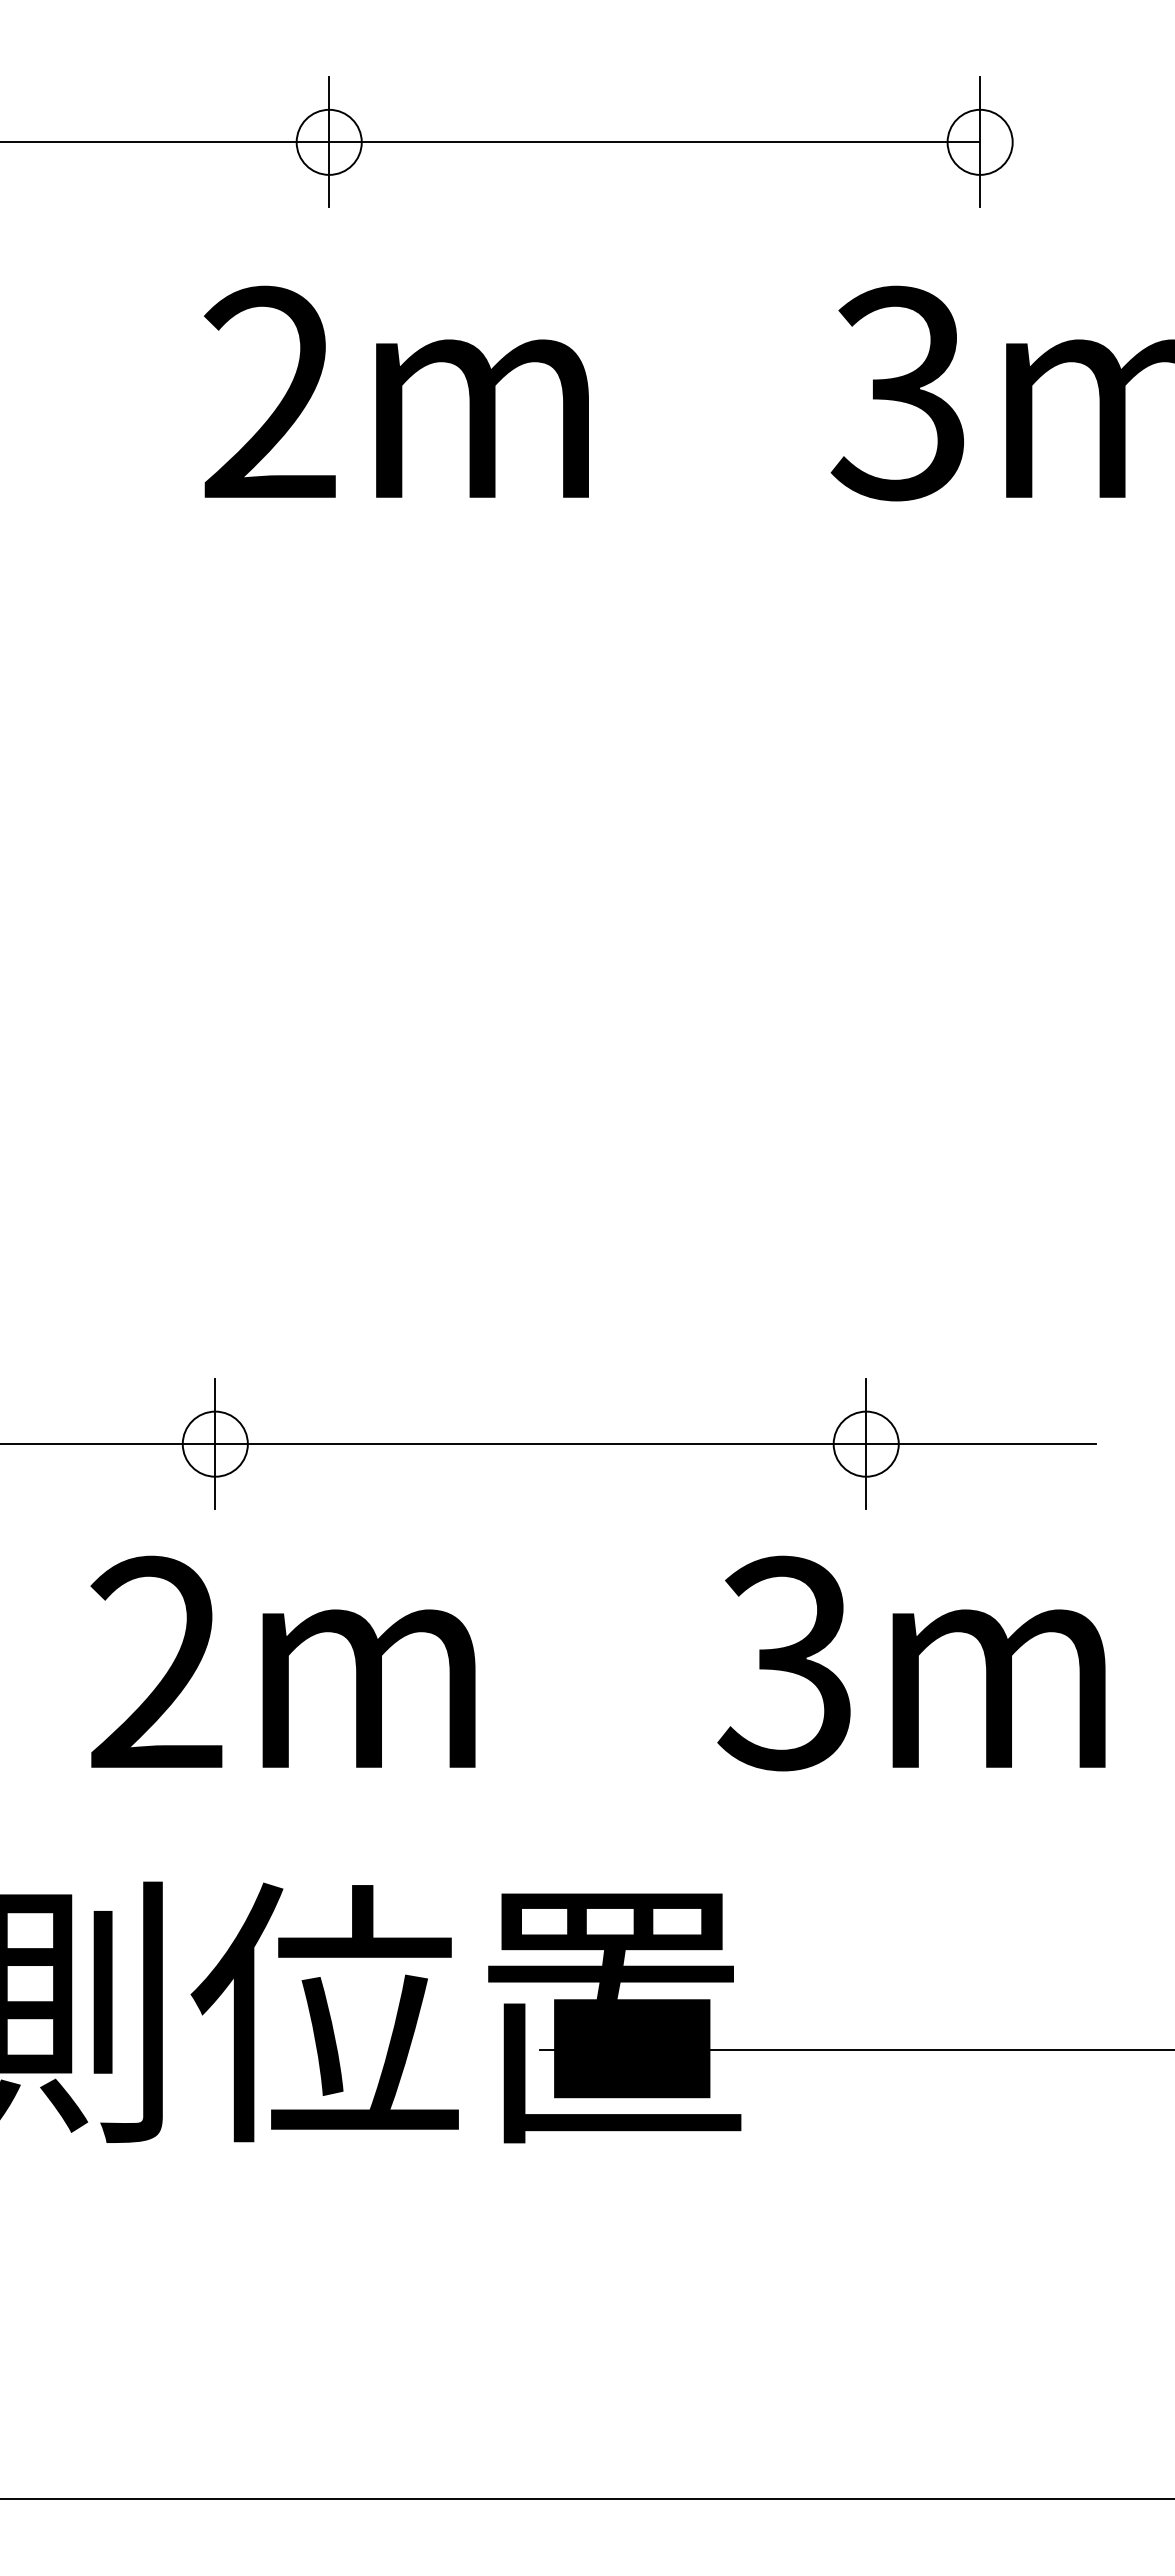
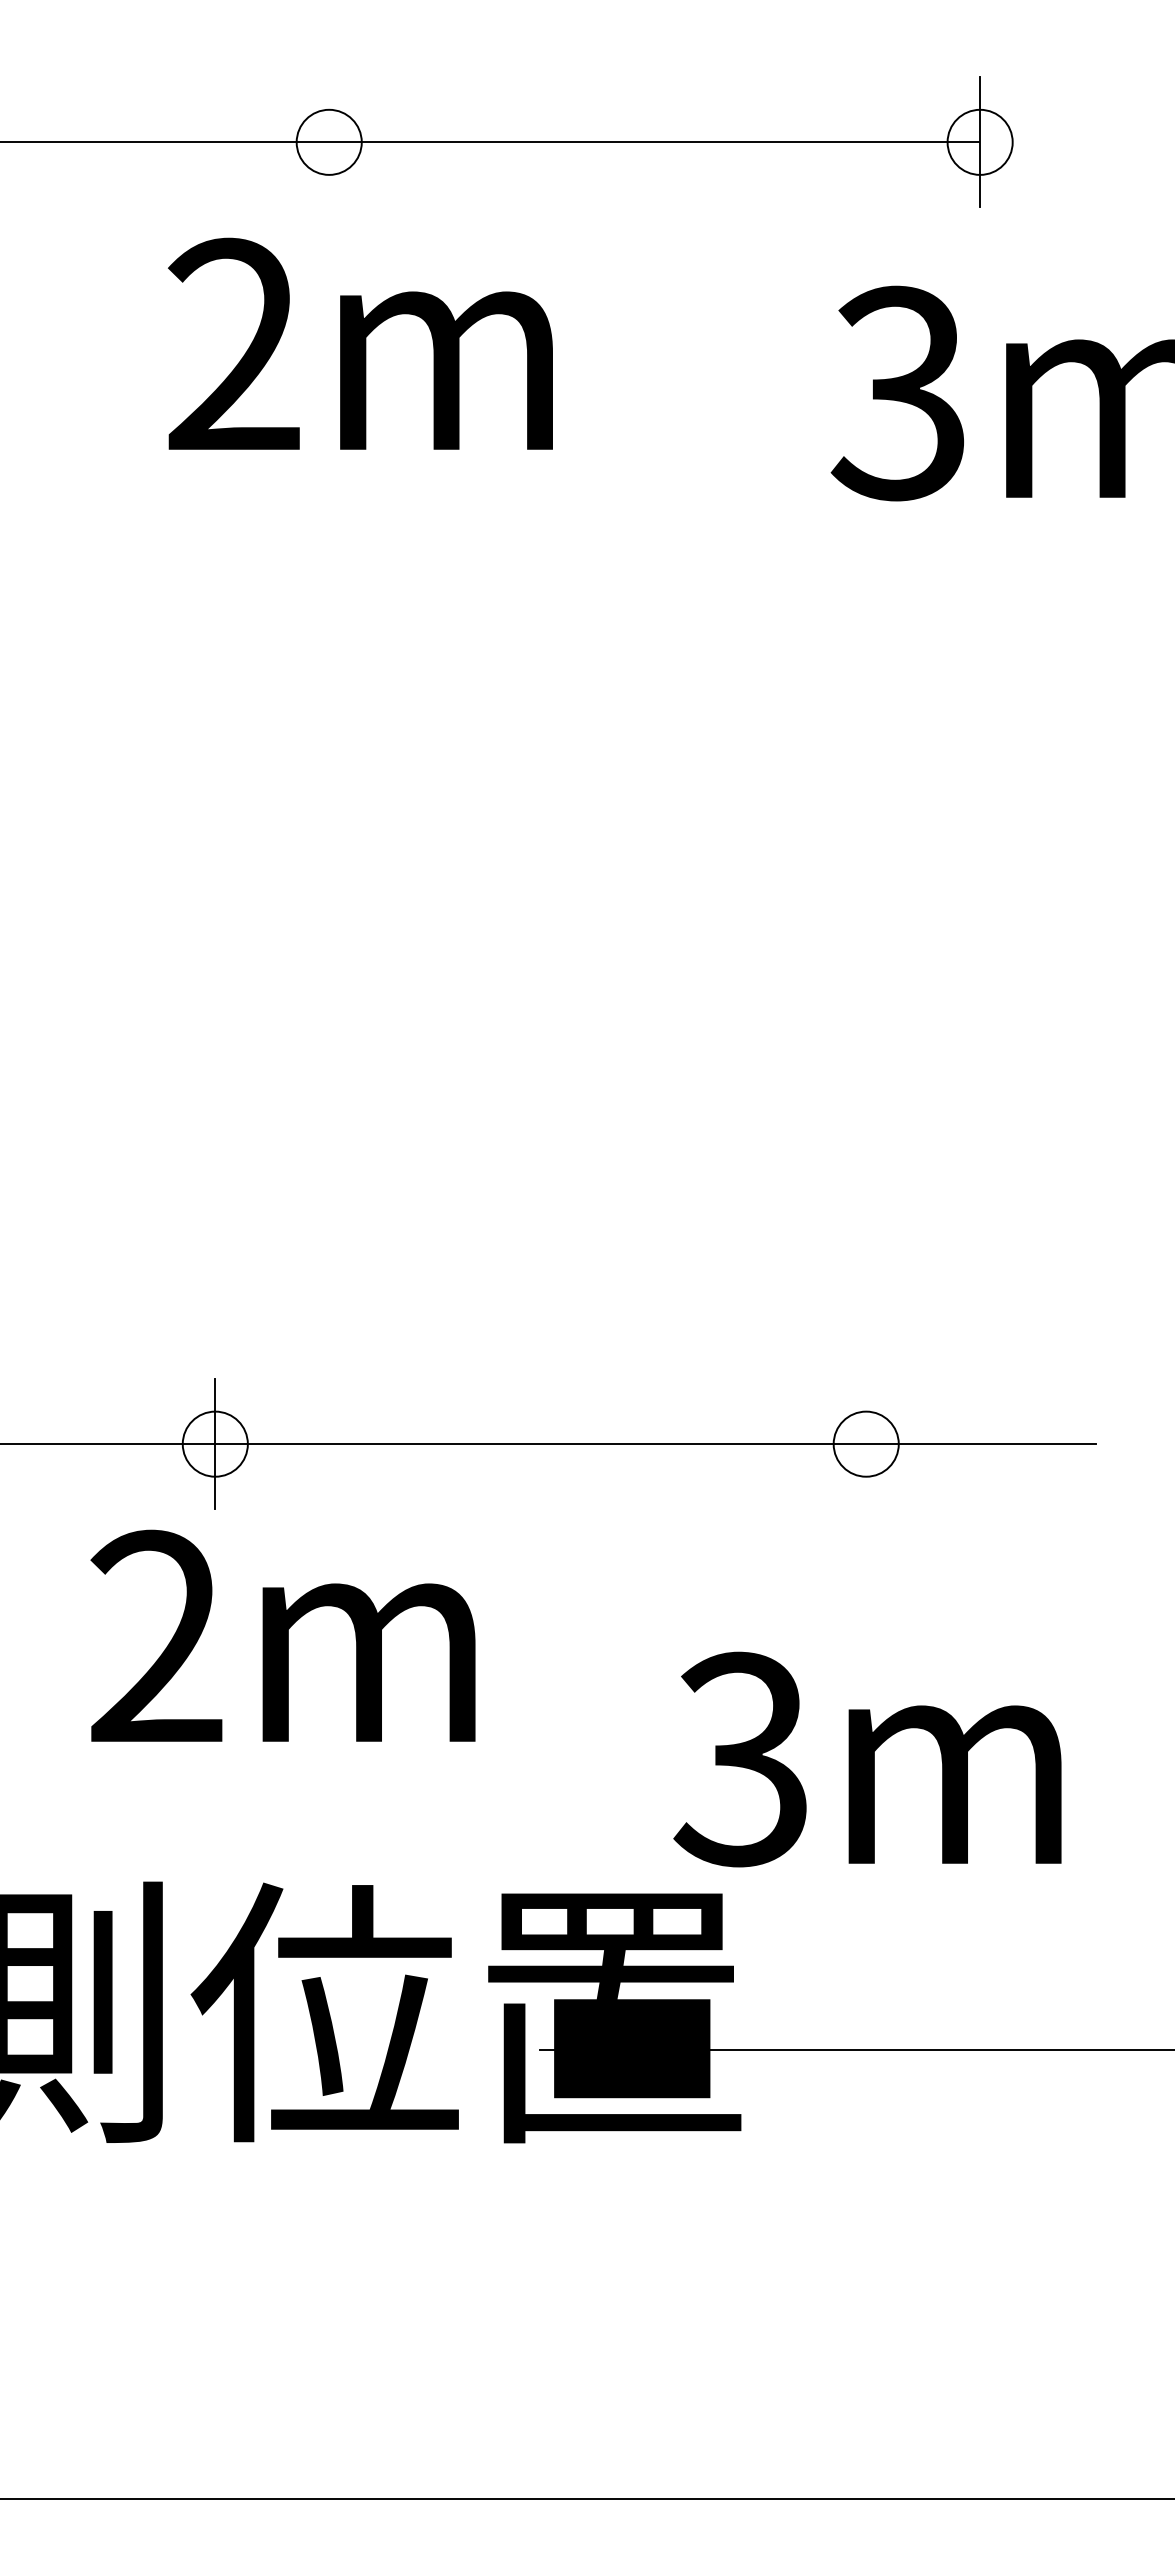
line at (329, 142): present -> none
text at (396, 391) position: (396, 391) -> (360, 343)
line at (866, 1444): present -> none
text at (282, 1661) position: (282, 1661) -> (282, 1635)
text at (911, 1663) position: (911, 1663) -> (867, 1759)
